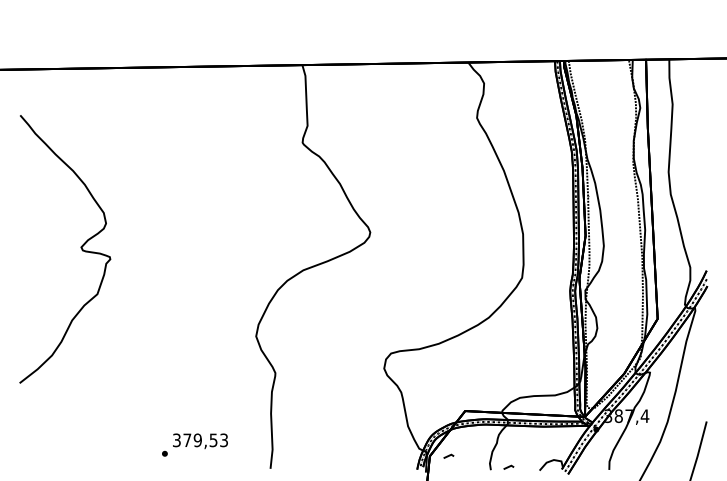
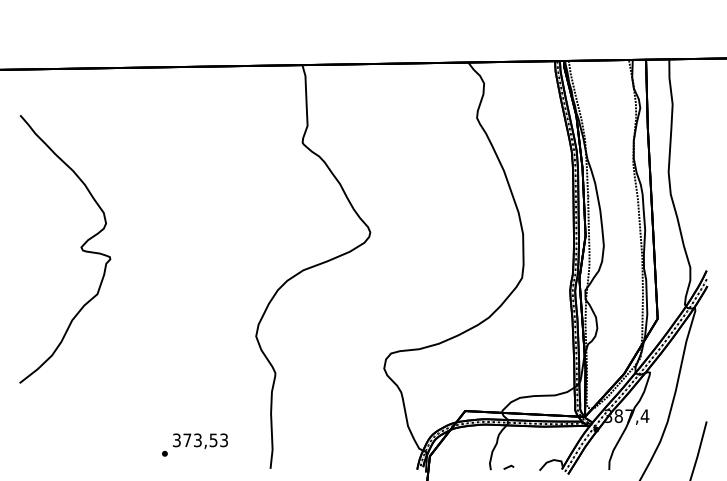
text at (197, 439): 379,53 -> 373,53
line at (448, 455): present -> none
